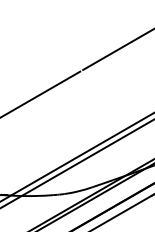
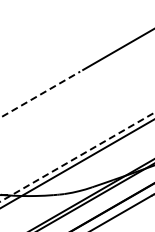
line at (40, 94): solid -> dashed
line at (77, 156): solid -> dashed
